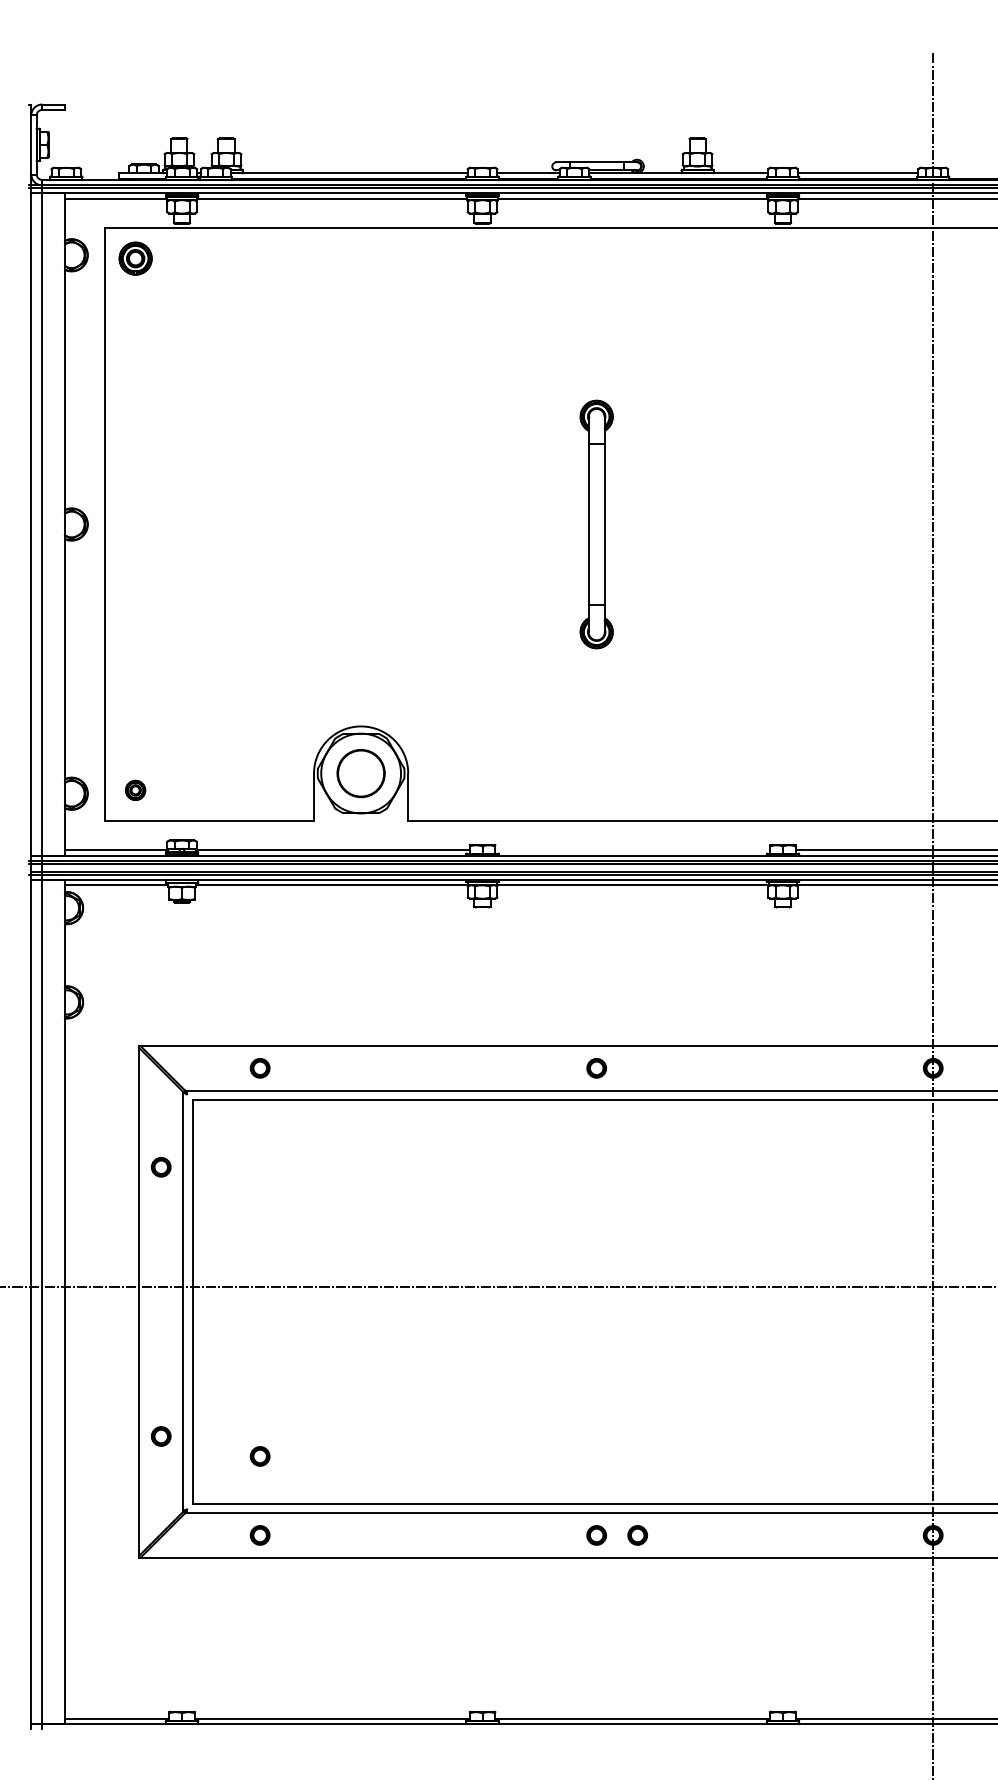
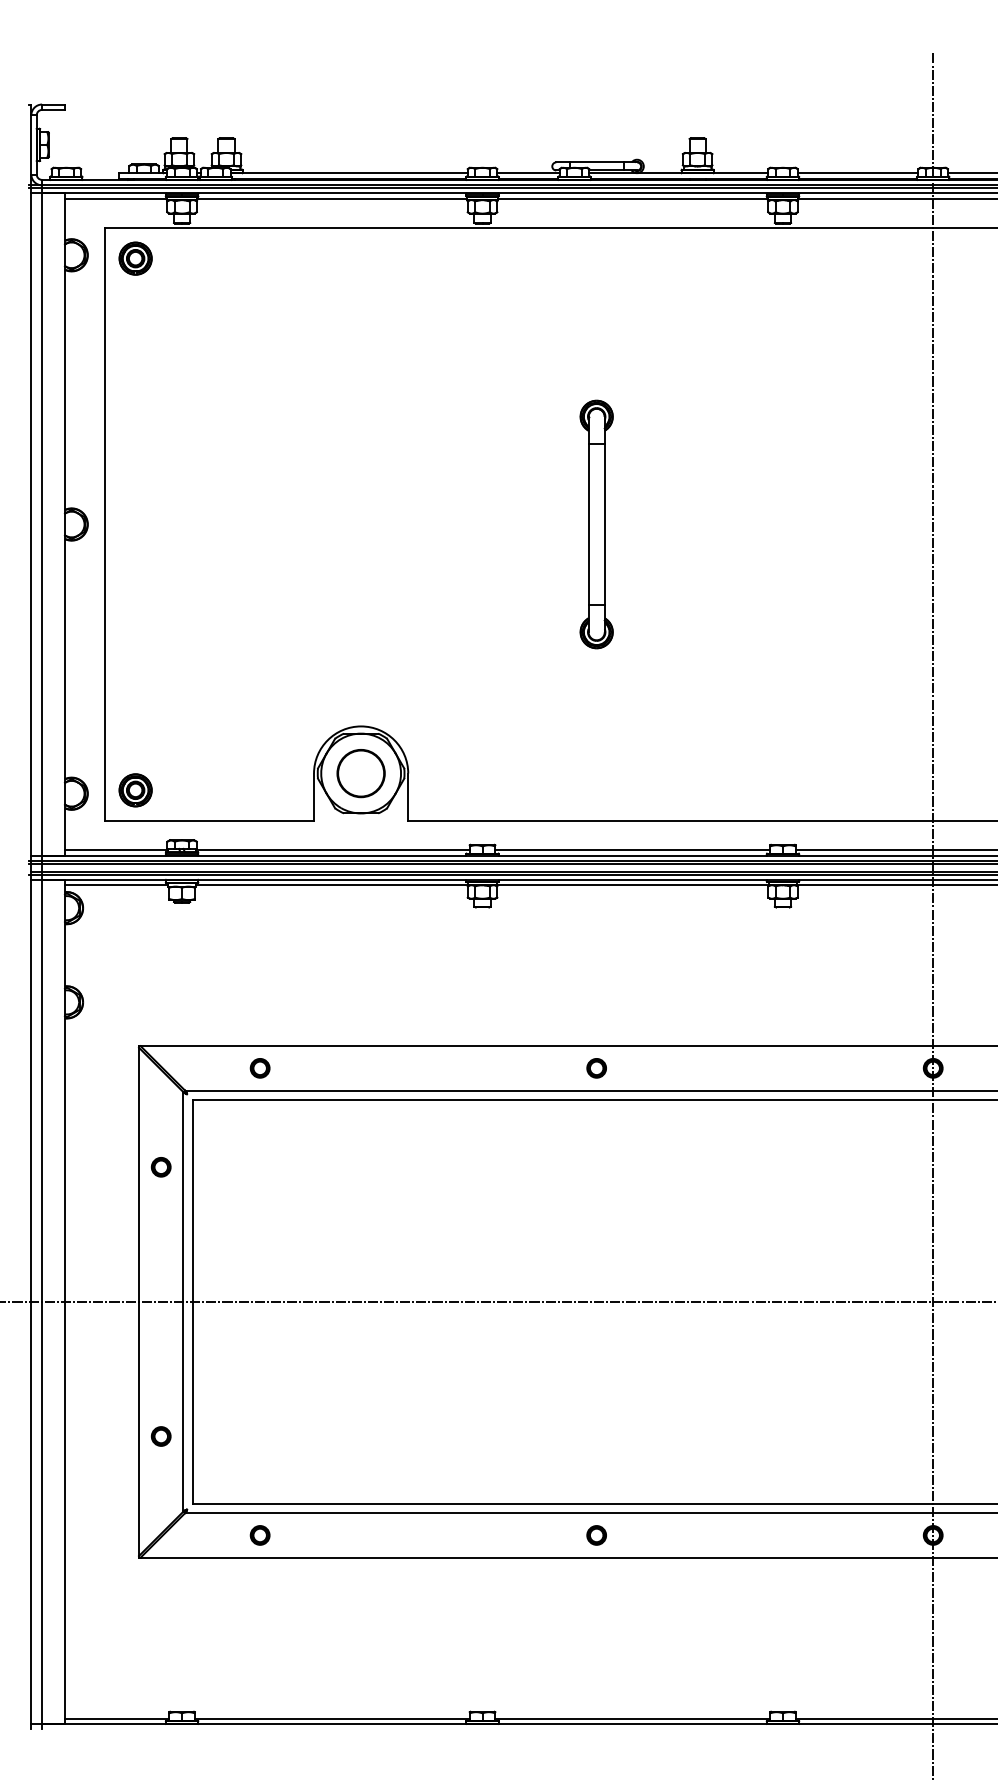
line at (971, 173): none -> present
part at (135, 789) size: 22x22 px -> 35x35 px
line at (632, 850): none -> present
line at (498, 1286) position: (498, 1286) -> (498, 1301)
part at (259, 1456): present -> none
part at (637, 1535): present -> none
